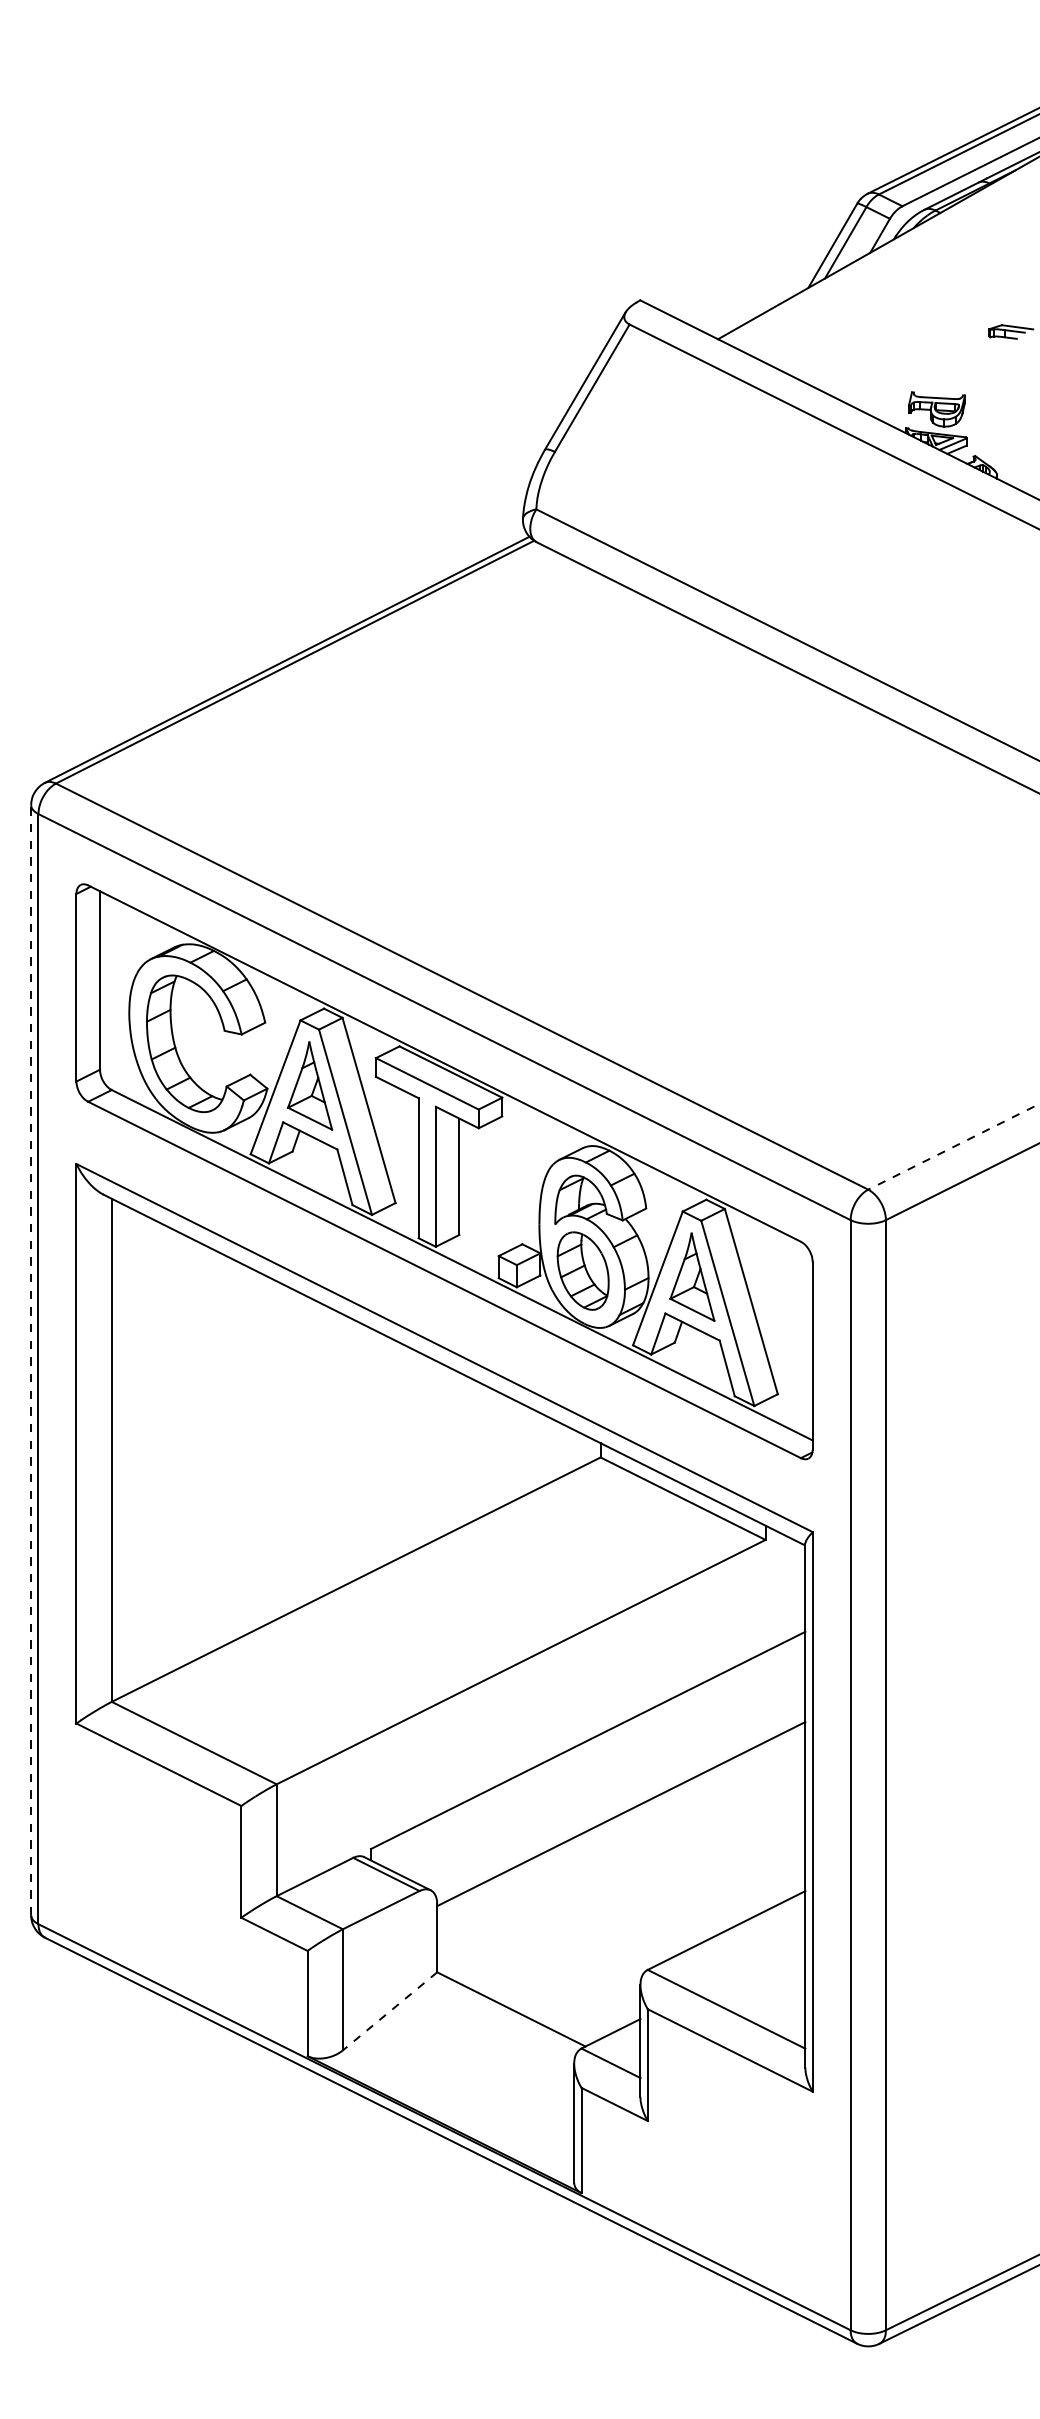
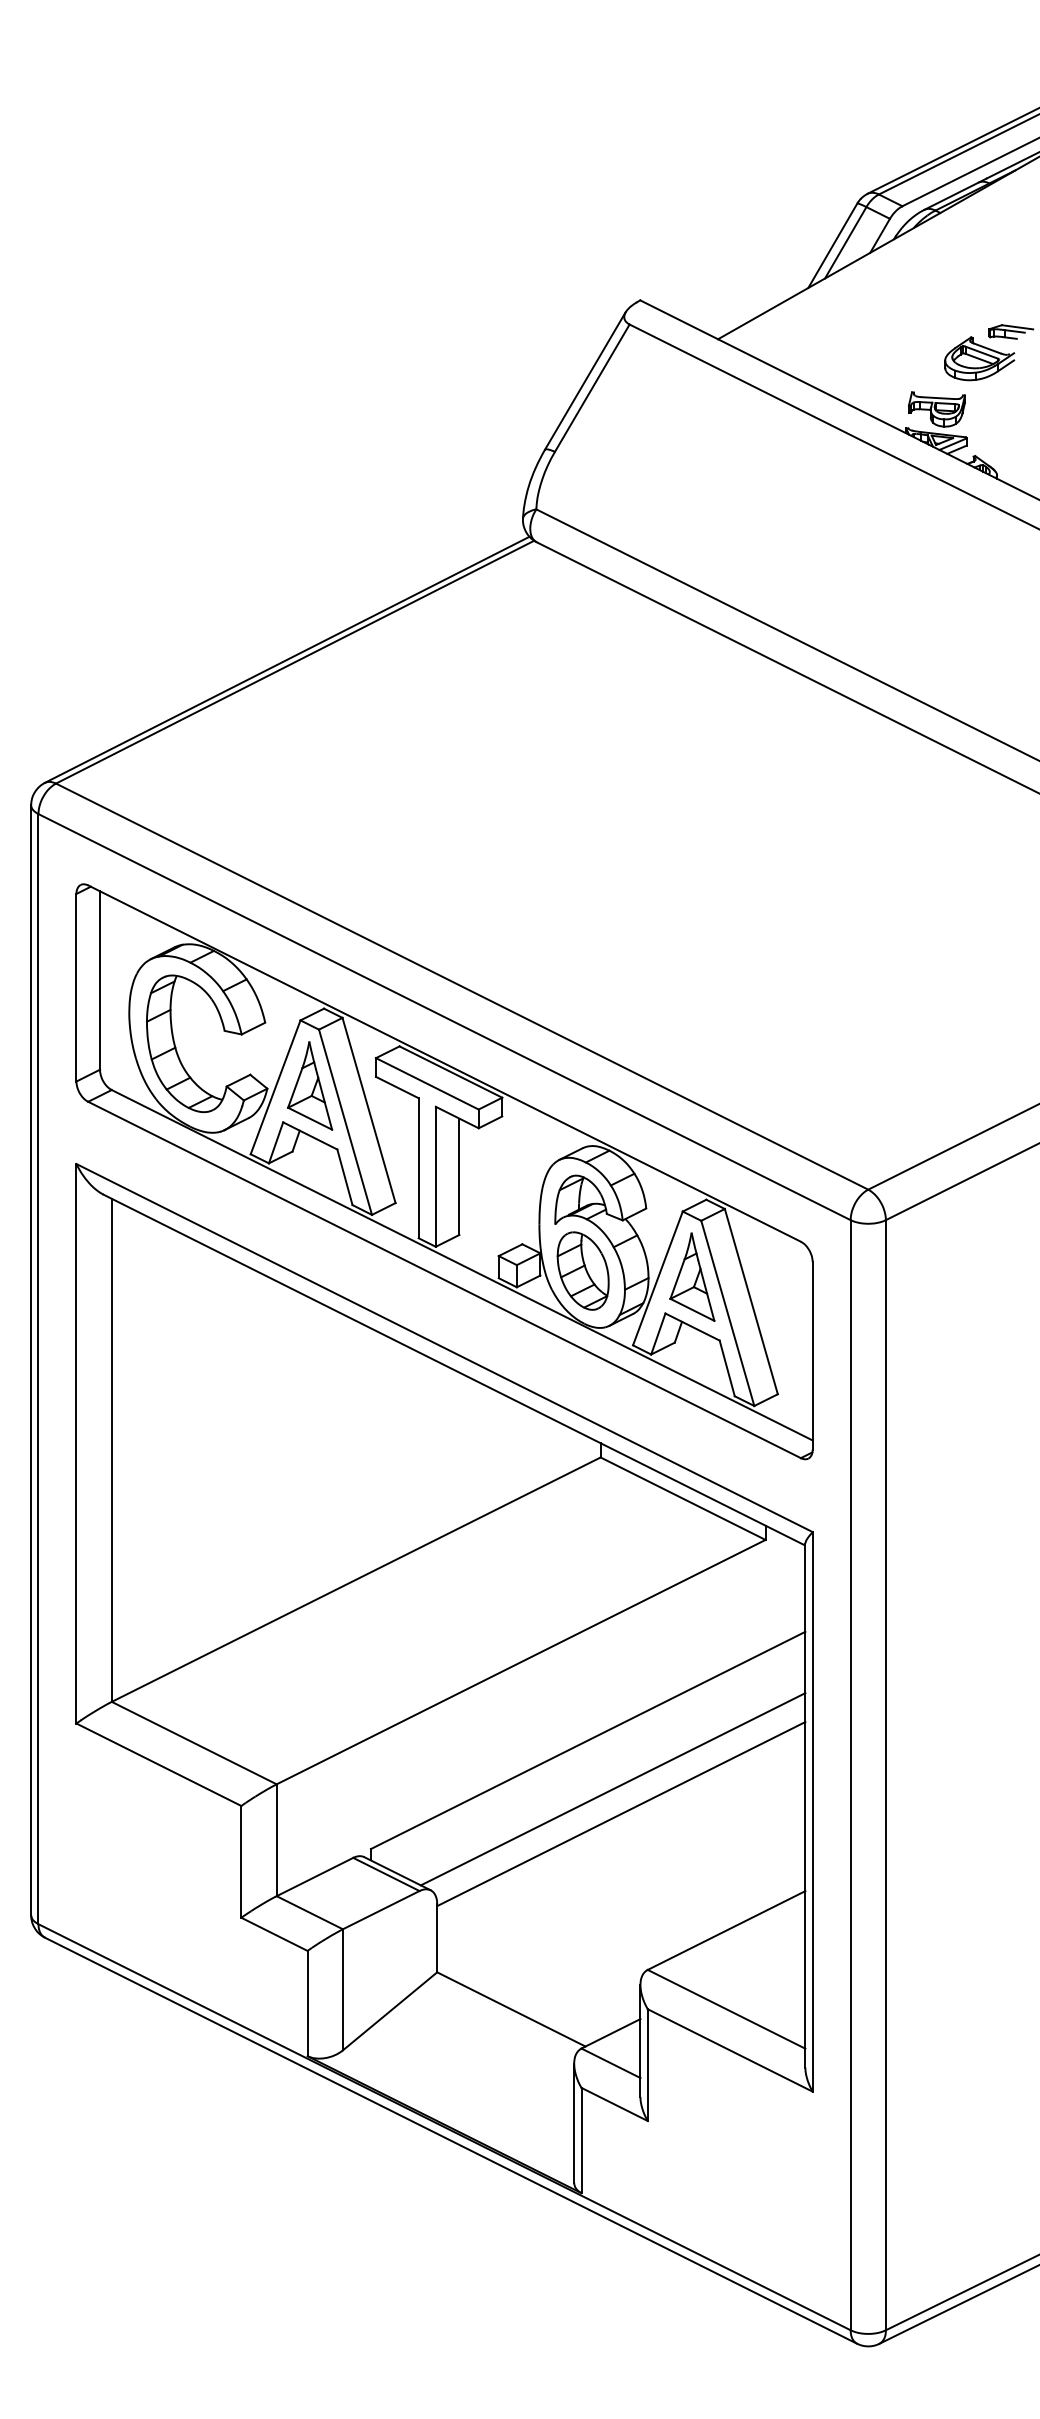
part at (979, 358): none -> present
line at (954, 1146): dashed -> solid
line at (31, 1359): dashed -> solid
line at (612, 1789): none -> present
line at (389, 2011): dashed -> solid
